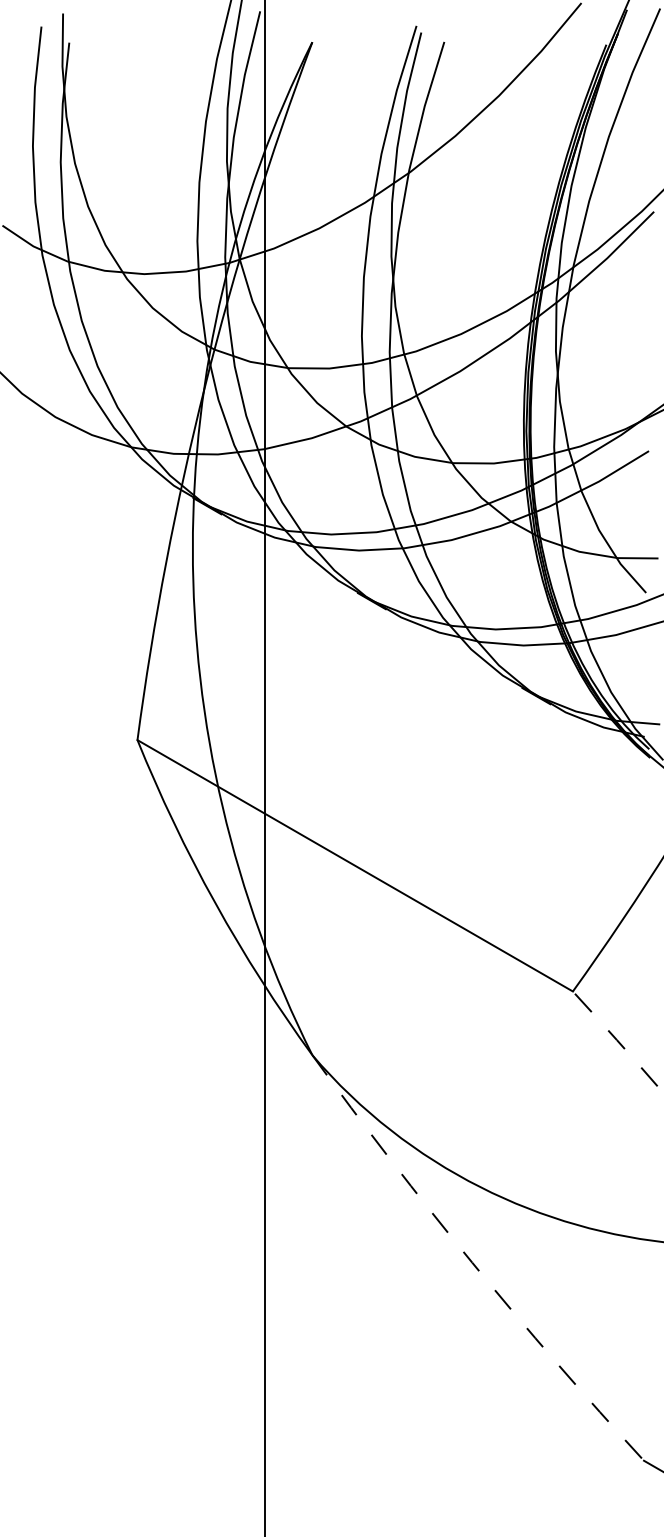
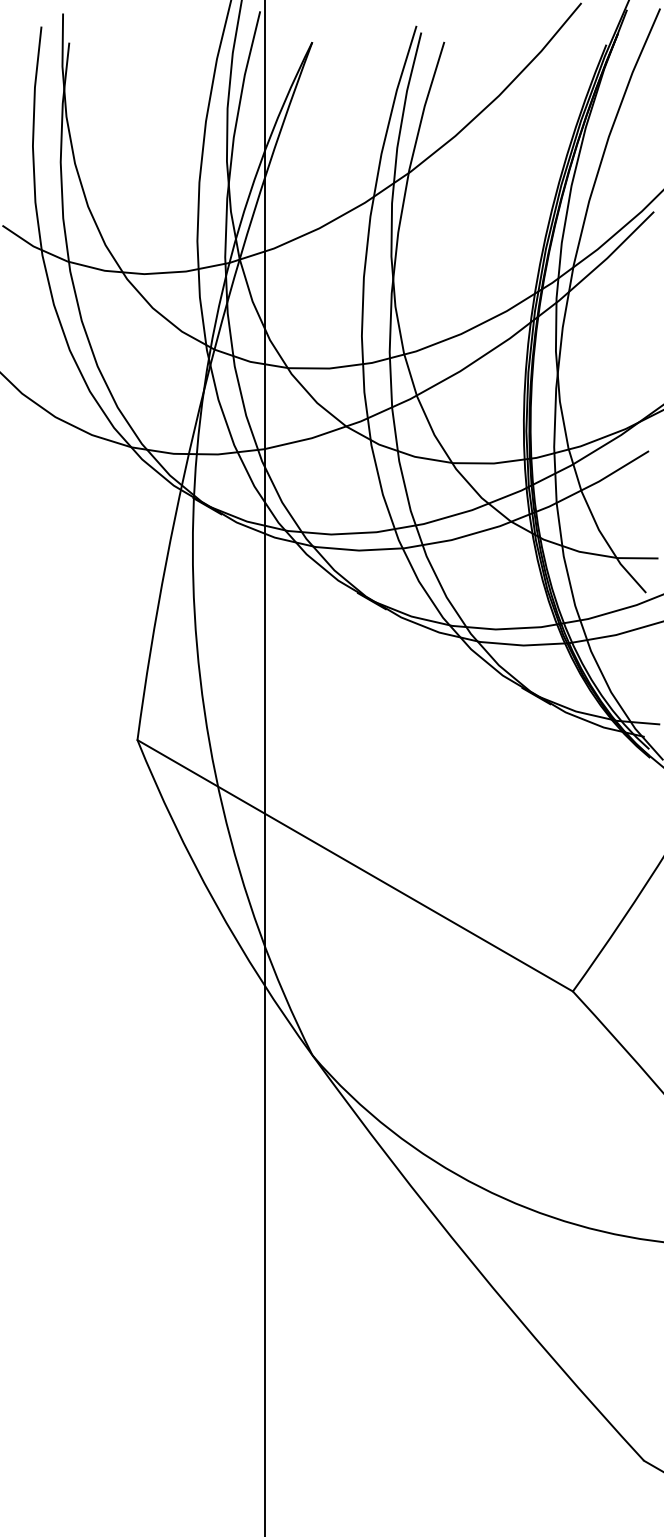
arc at (618, 1041): dashed -> solid
arc at (472, 1262): dashed -> solid
